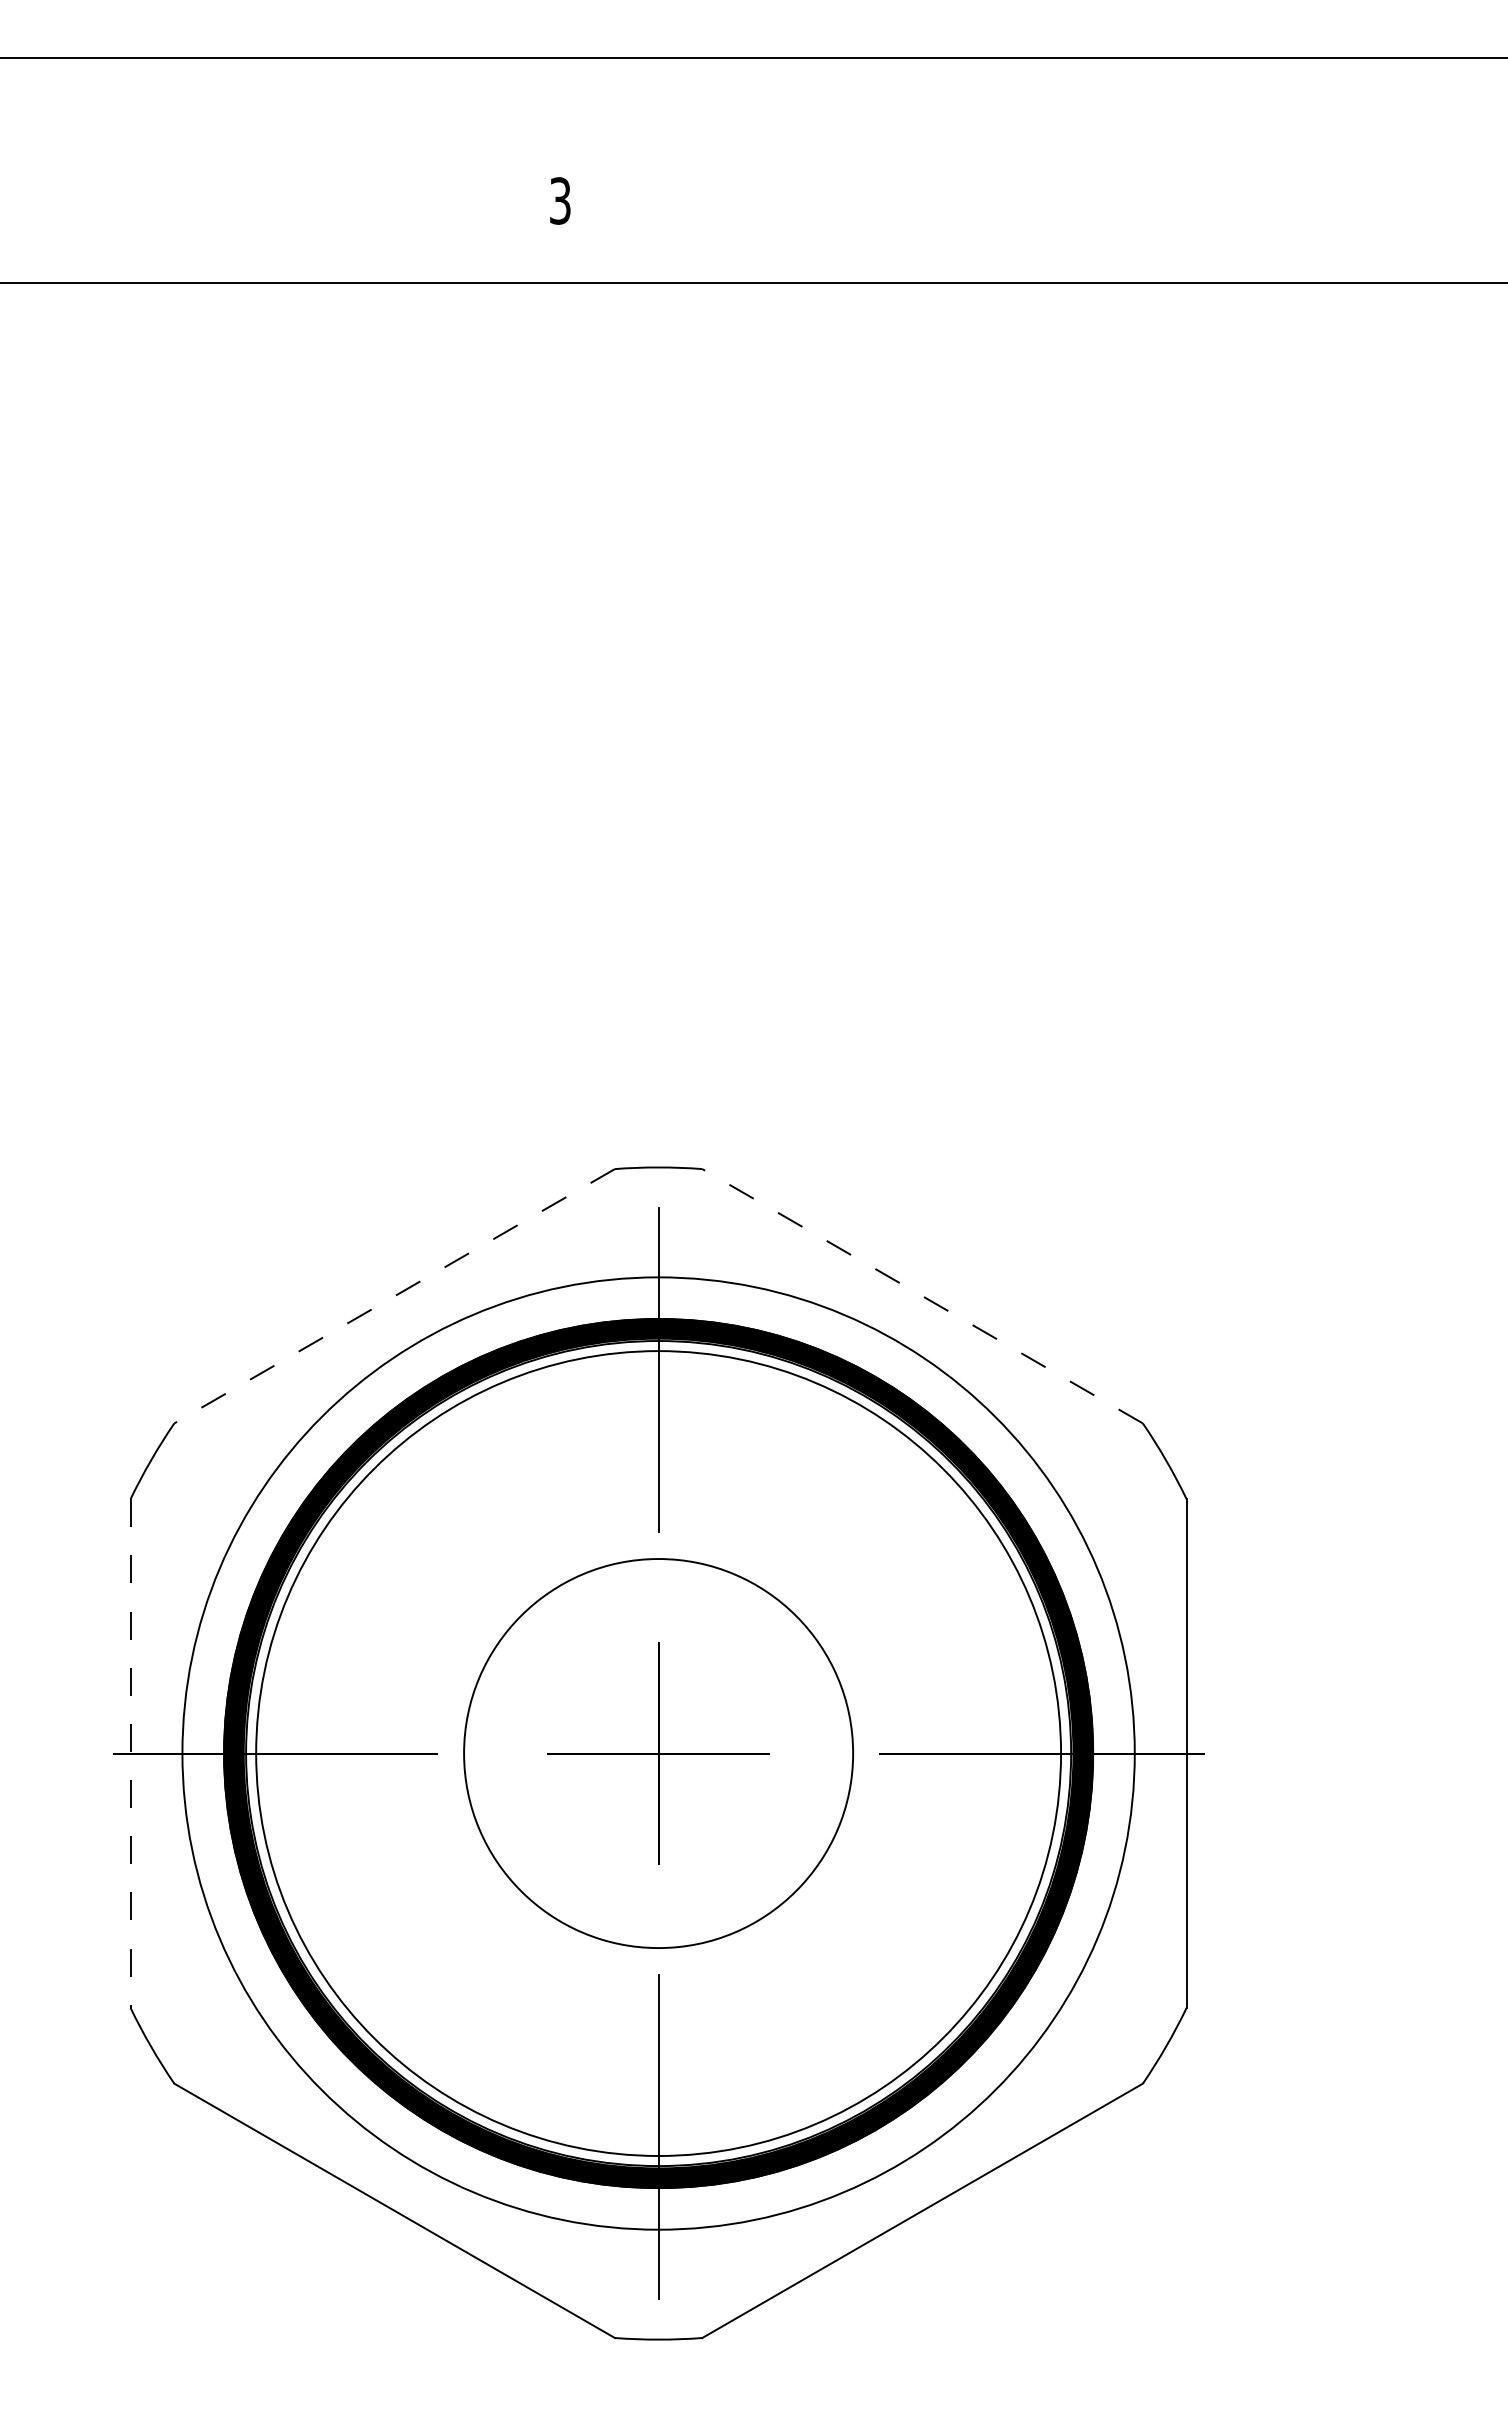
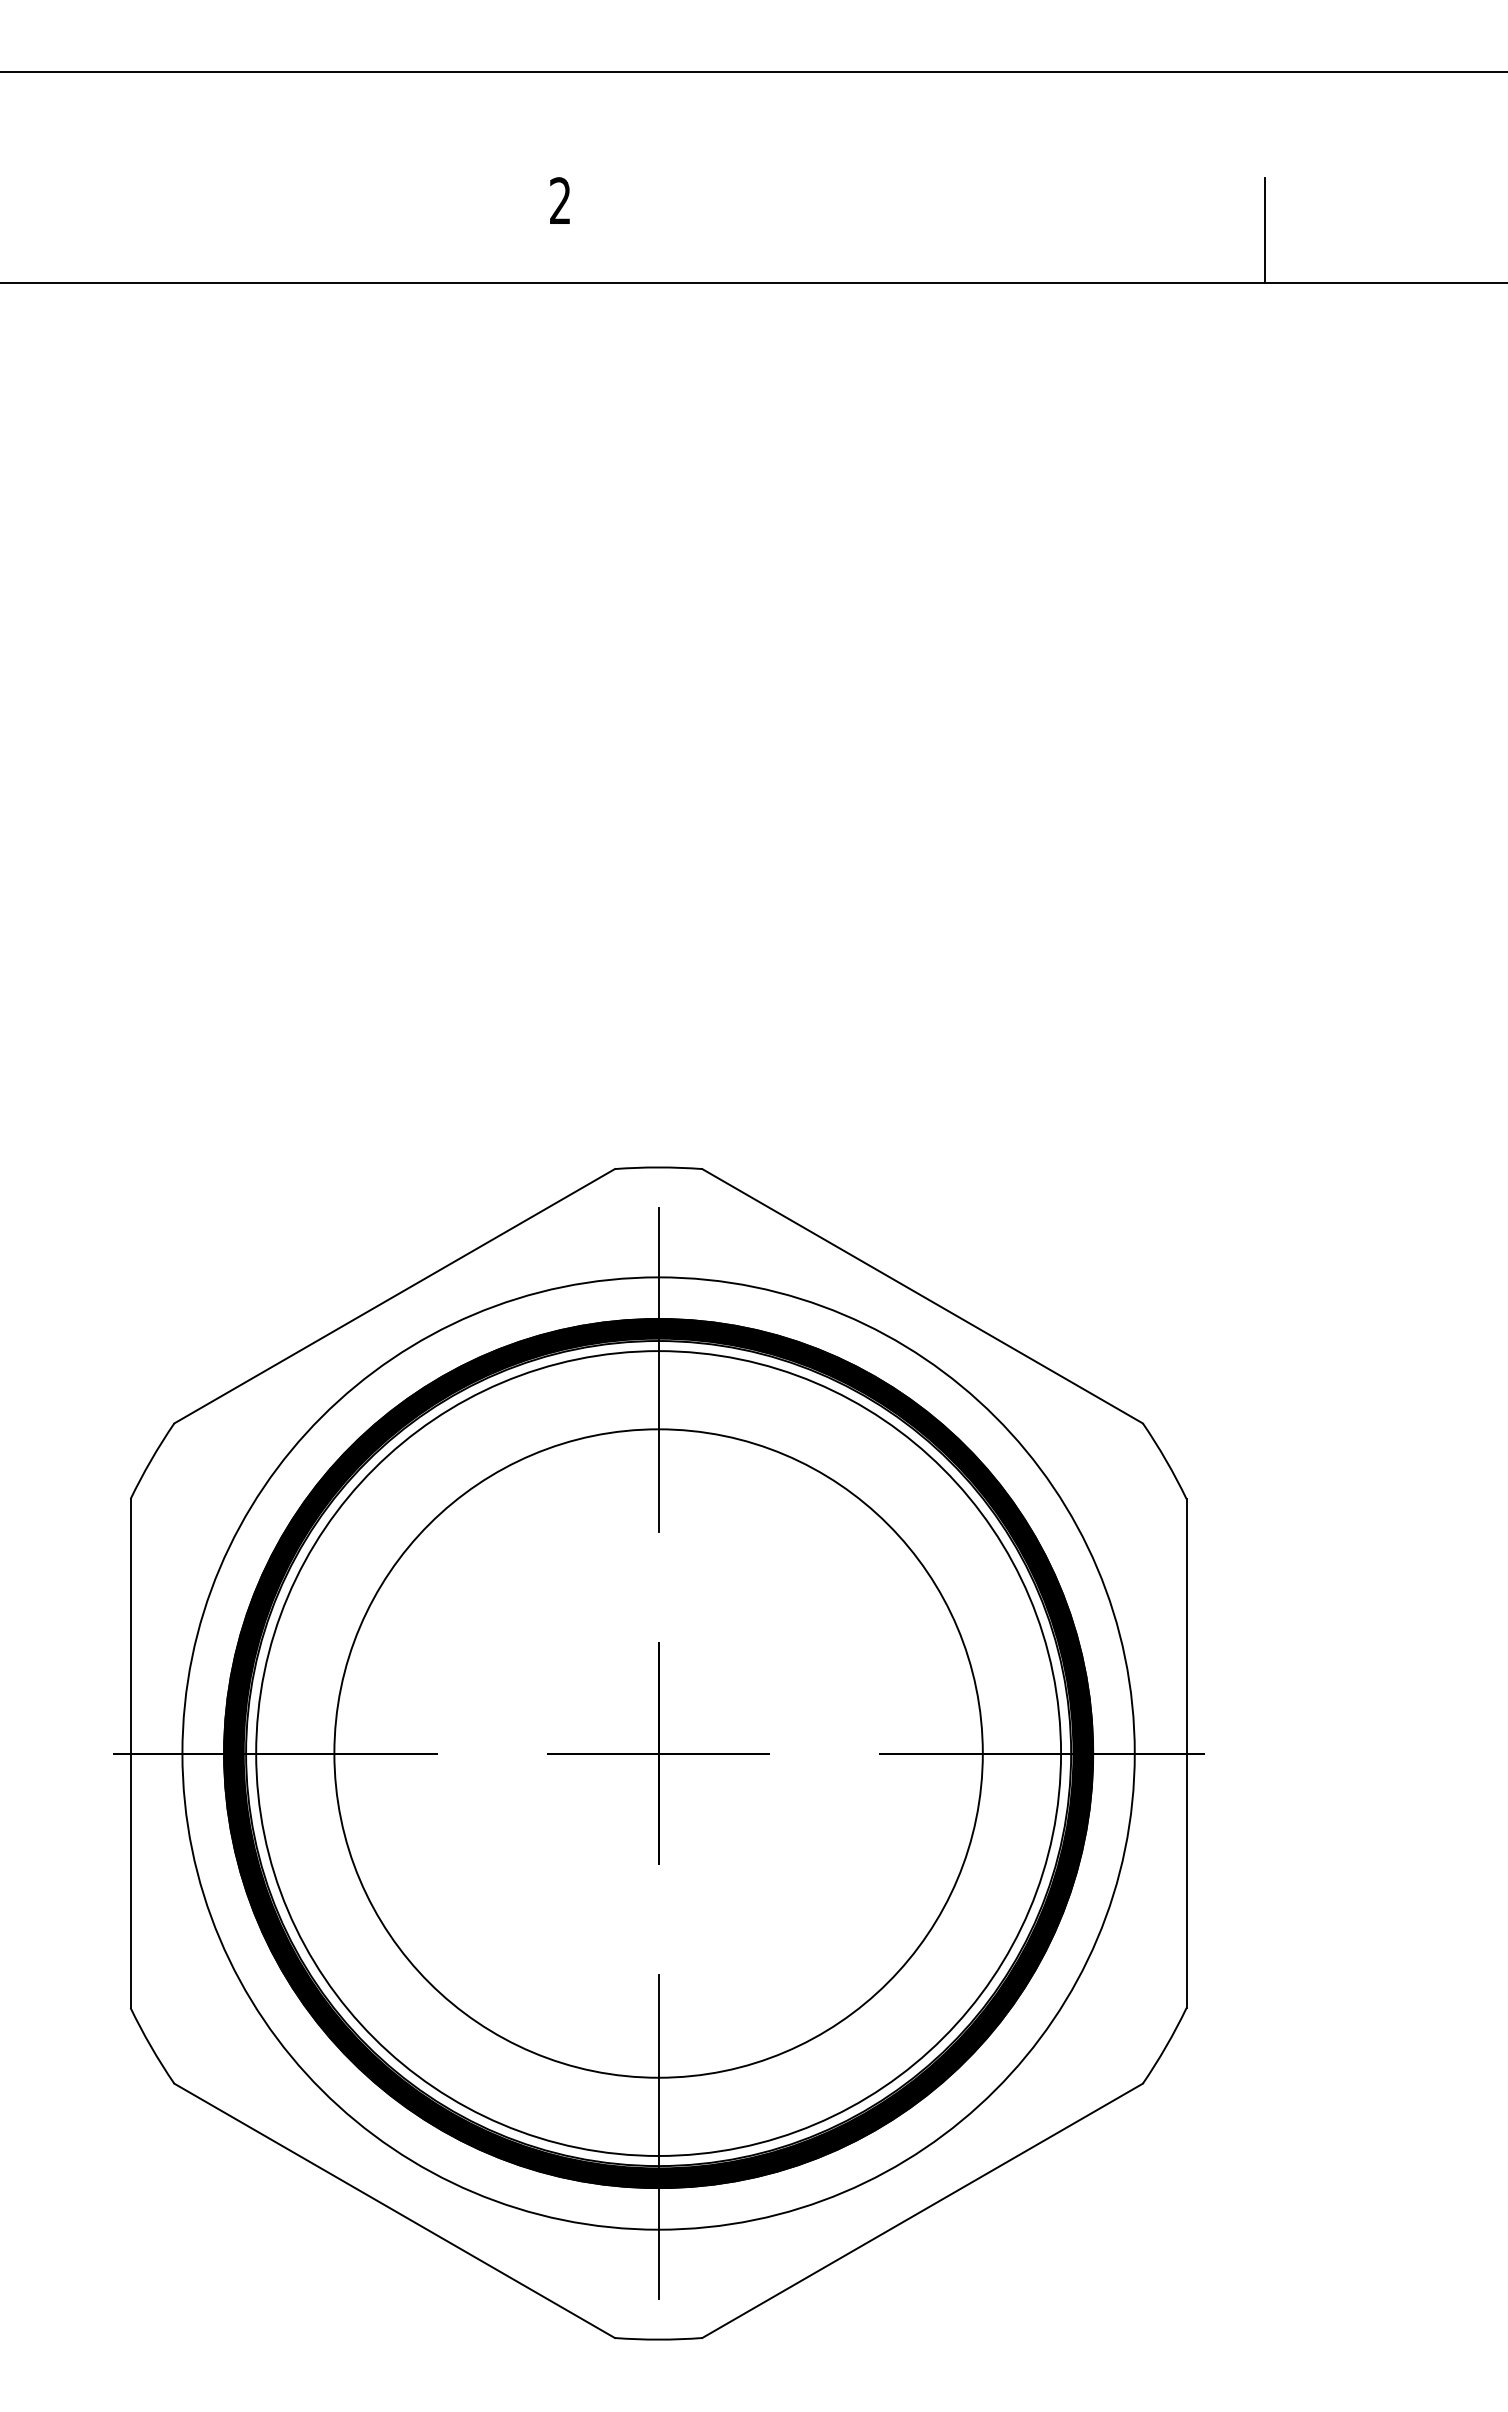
line at (753, 58) position: (753, 58) -> (753, 72)
text at (560, 200): 3 -> 2
line at (1264, 230): none -> present
line at (394, 1296): dashed -> solid
line at (922, 1296): dashed -> solid
circle at (658, 1753) diameter: 389 px -> 648 px
line at (130, 1754): dashed -> solid
